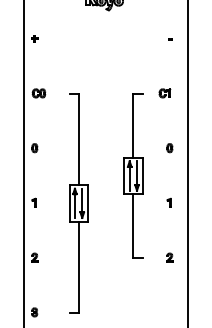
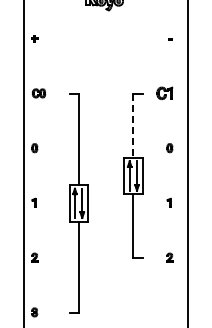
part at (164, 93) size: 14x11 px -> 18x15 px
line at (133, 125): solid -> dashed
